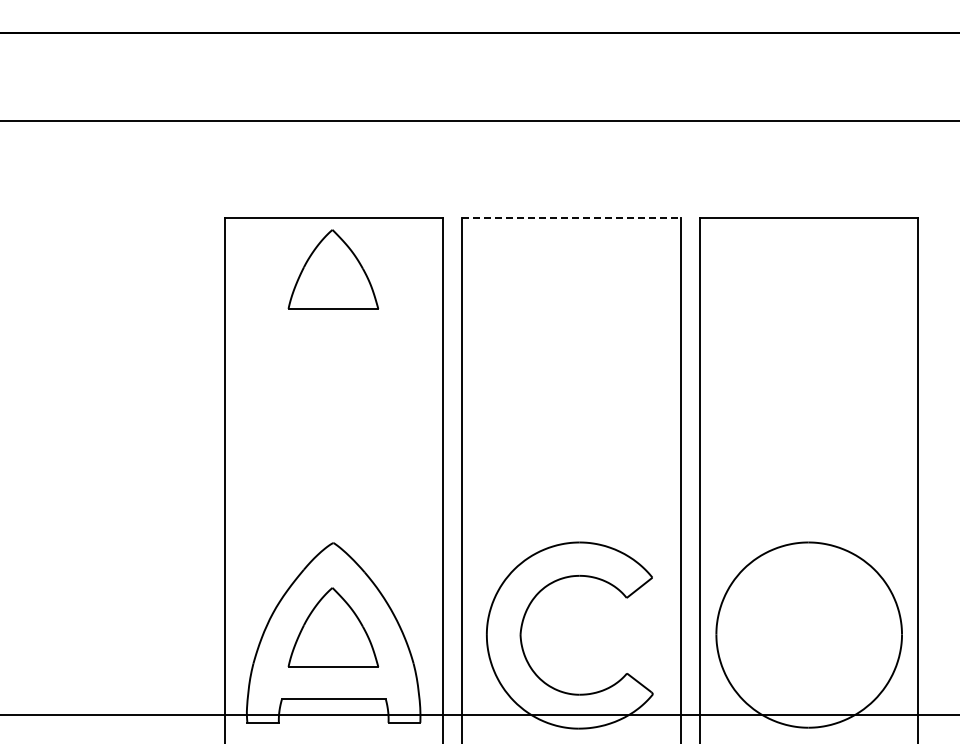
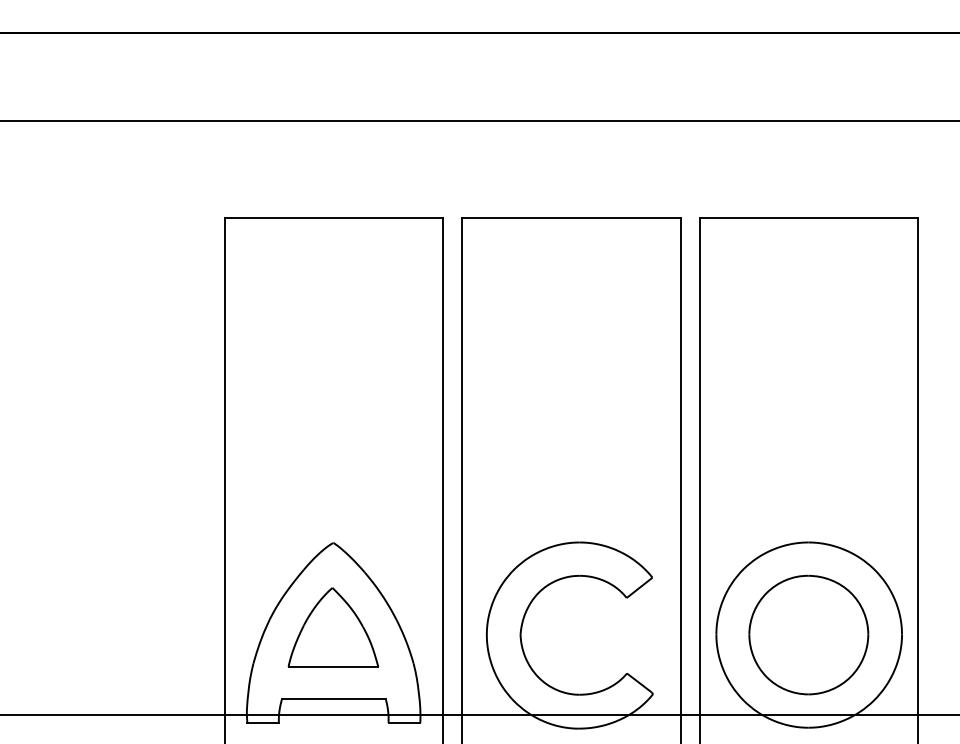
line at (571, 217): dashed -> solid
part at (333, 269): present -> none
part at (808, 635): none -> present
